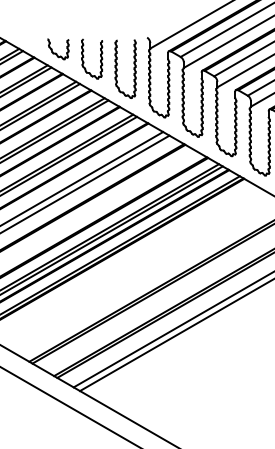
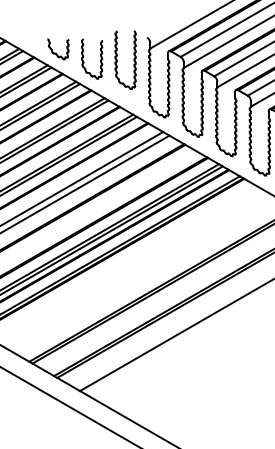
part at (117, 68) position: (117, 68) -> (117, 59)
line at (172, 330): present -> none
